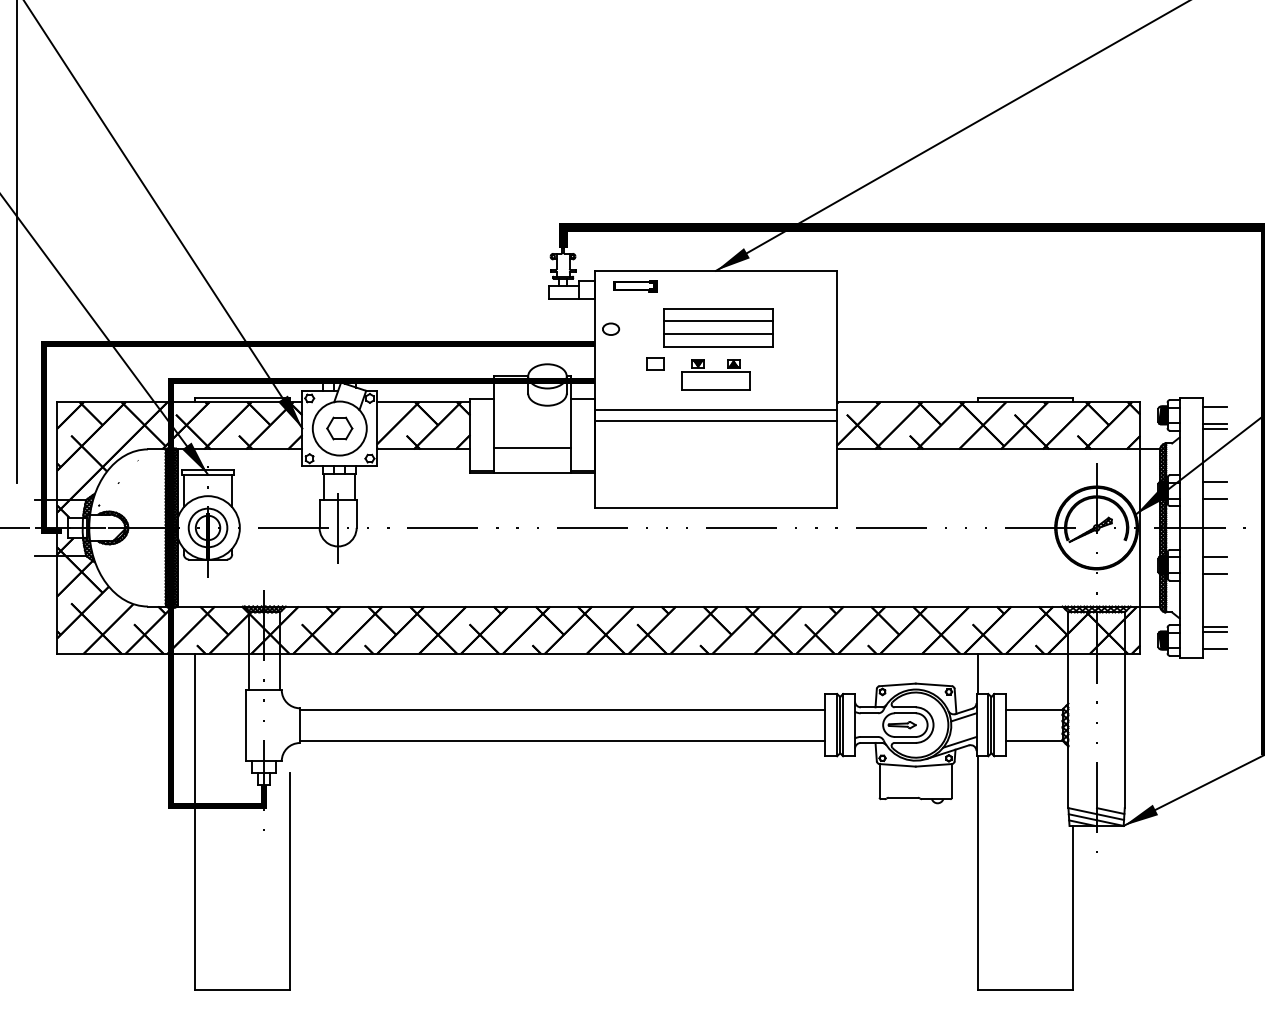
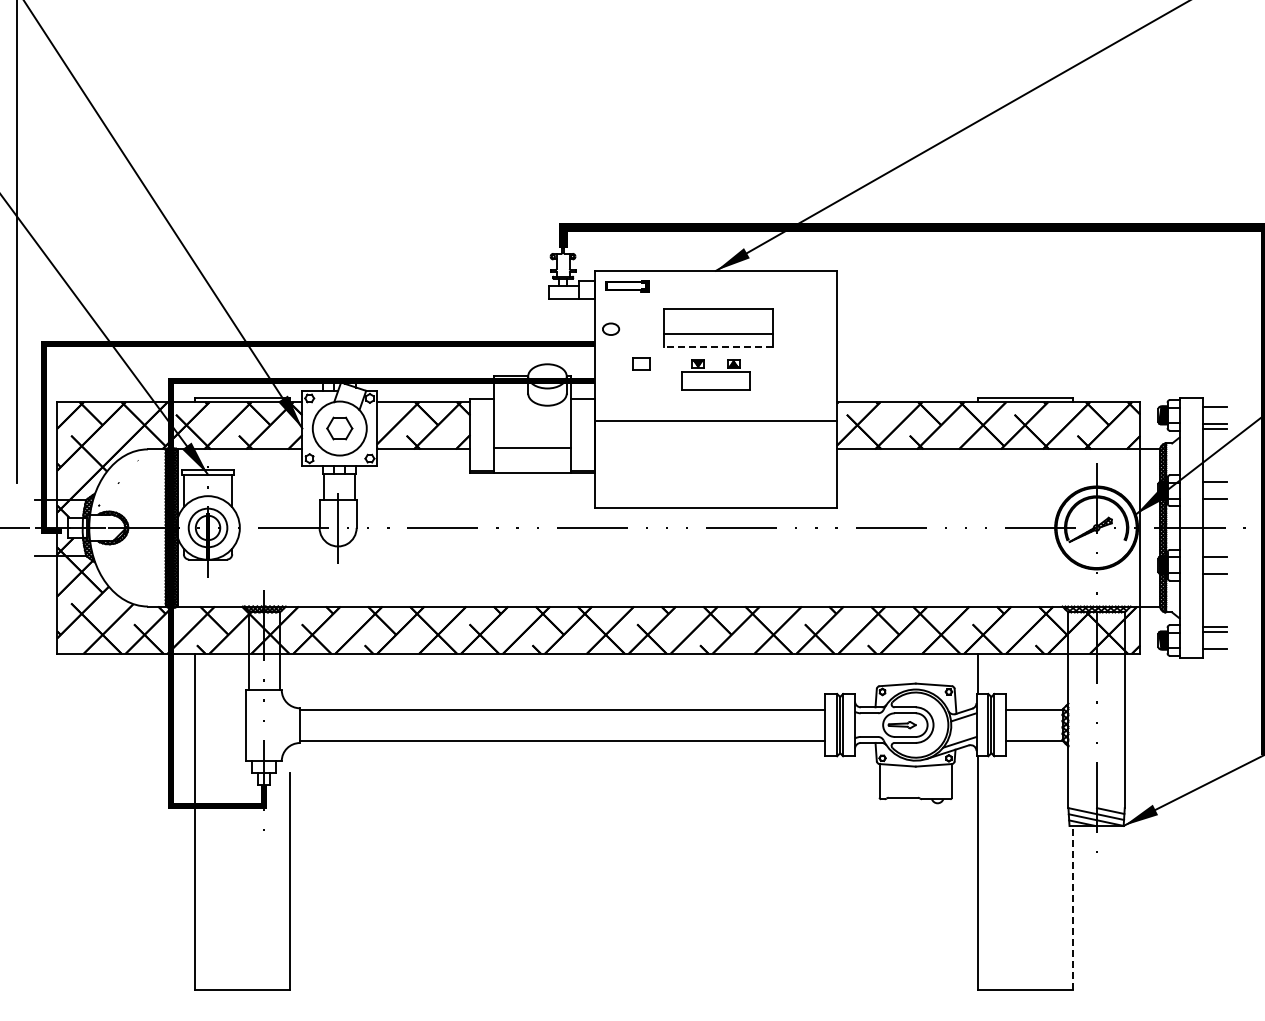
part at (635, 286) position: (635, 286) -> (627, 286)
line at (718, 321): present -> none
line at (717, 346): solid -> dashed
part at (655, 363) position: (655, 363) -> (641, 363)
line at (715, 410): present -> none
line at (1072, 907): solid -> dashed
